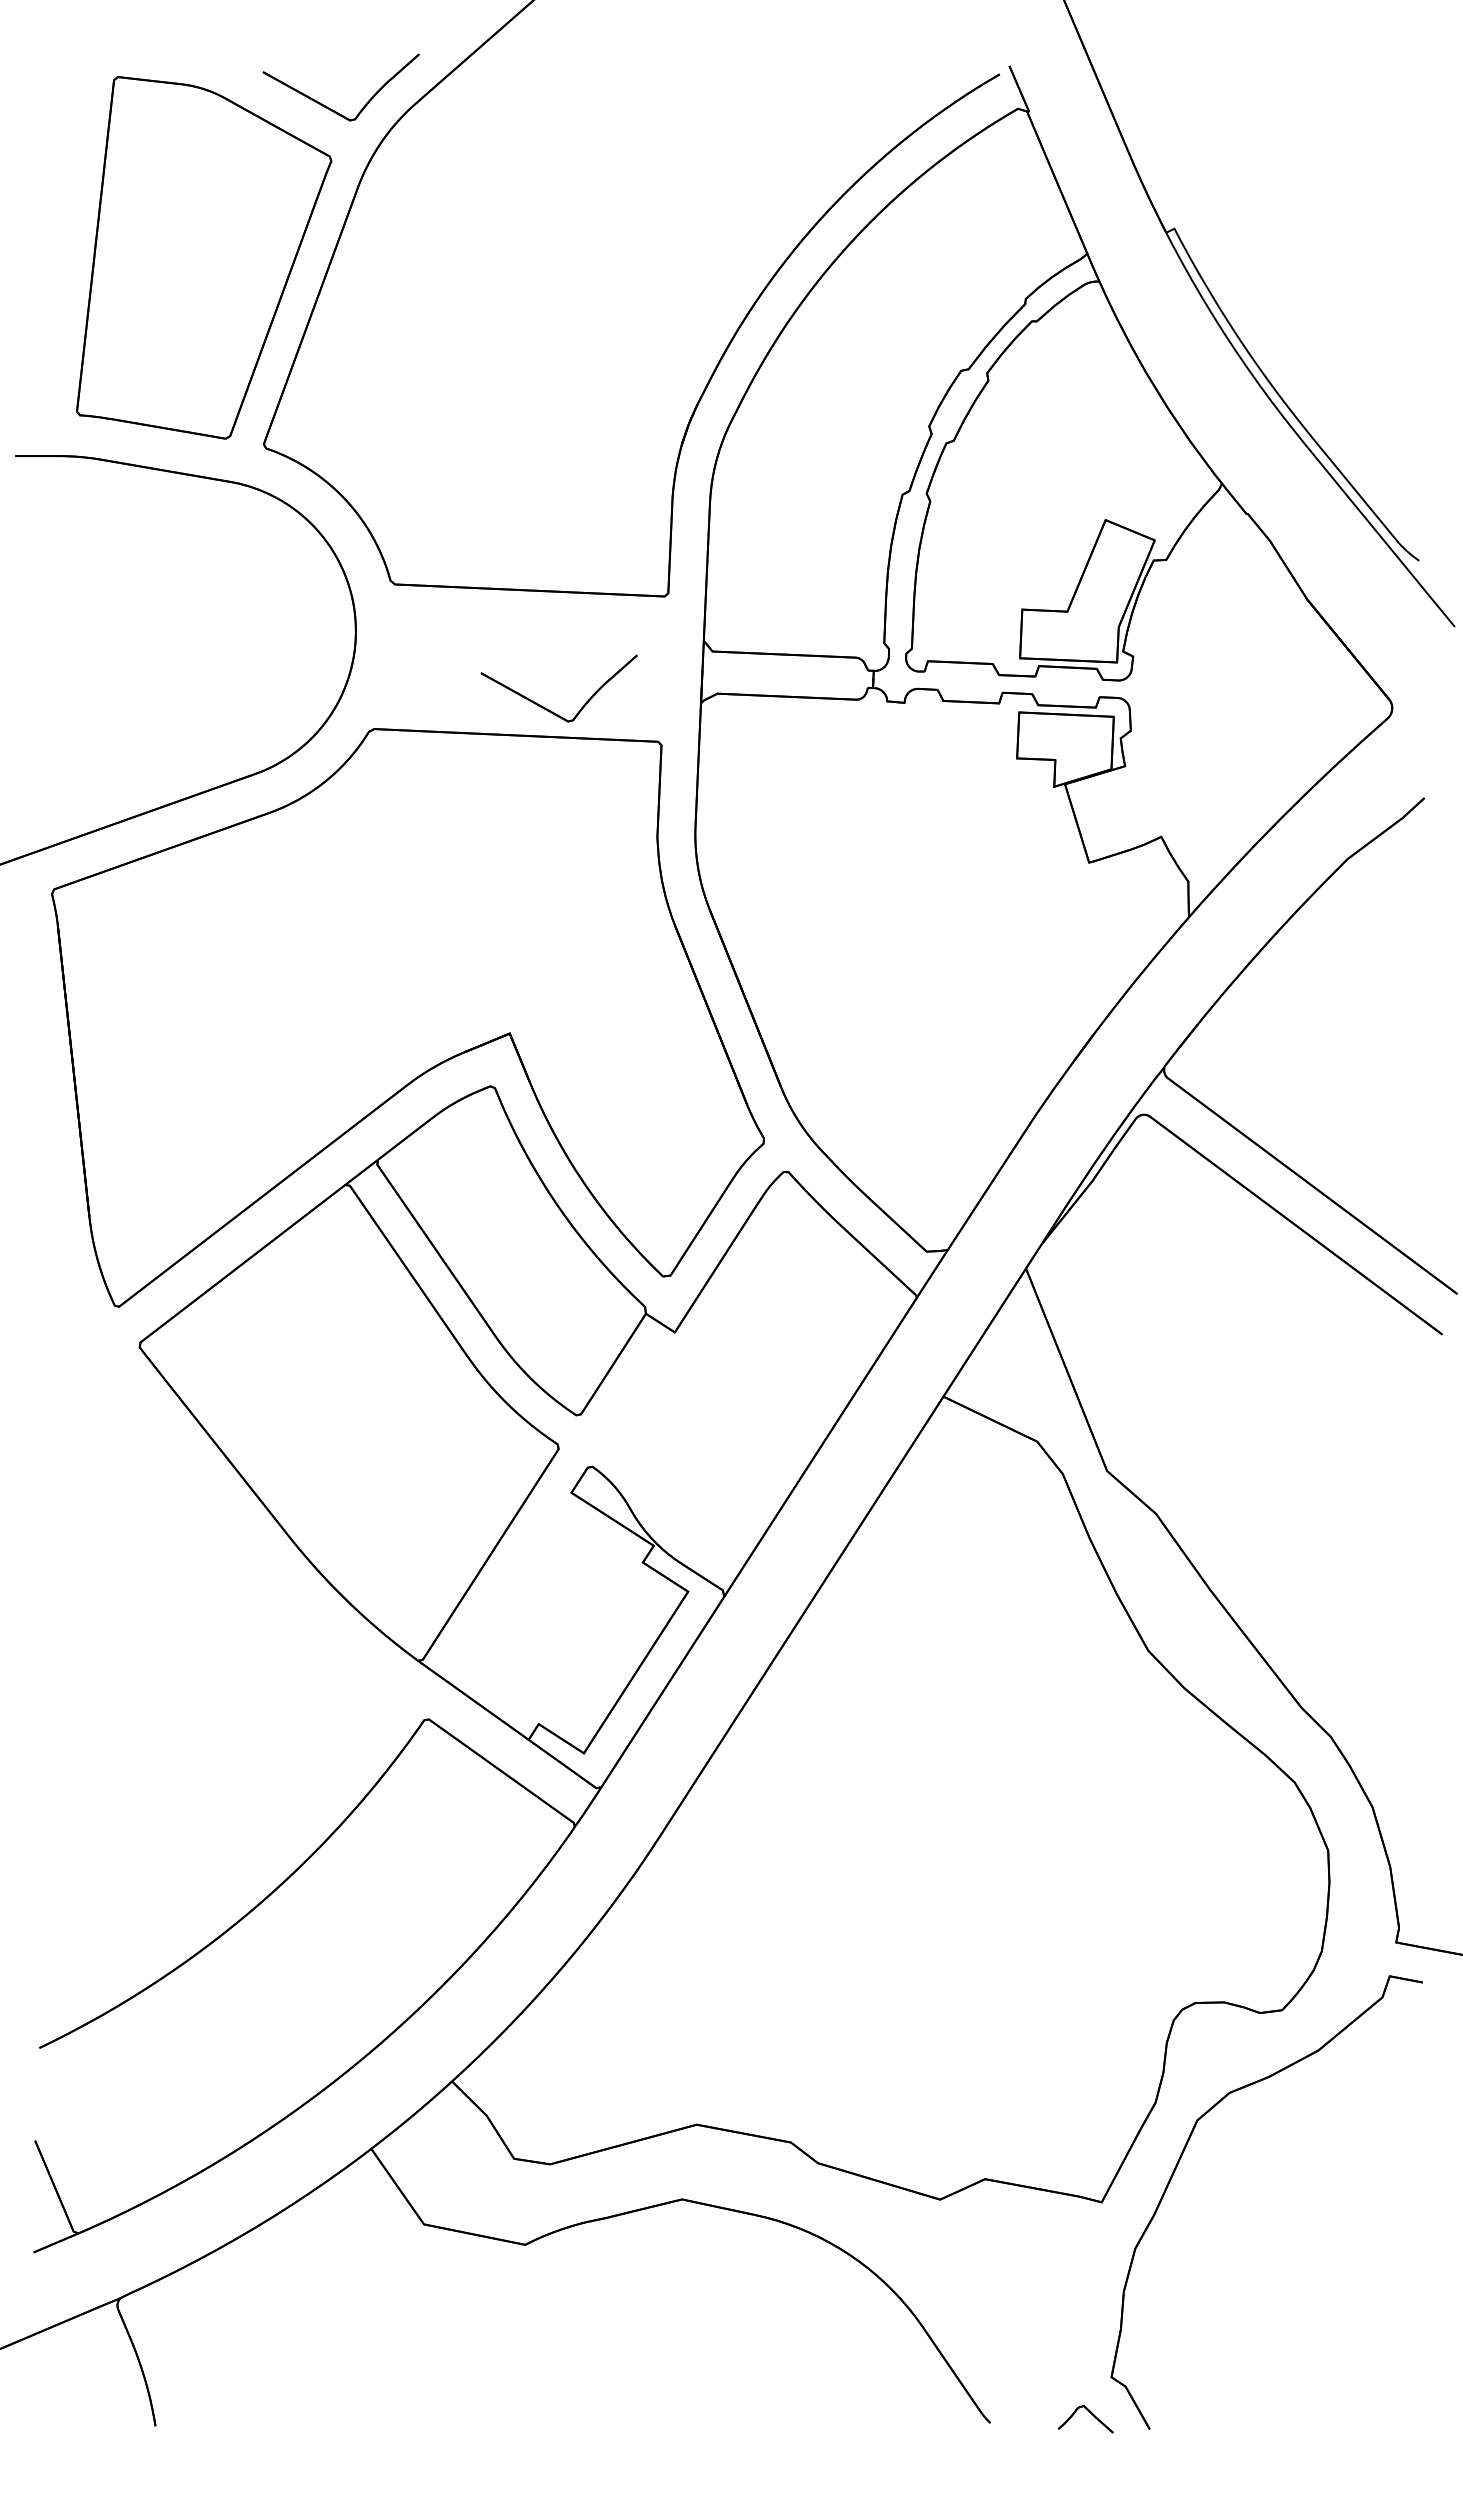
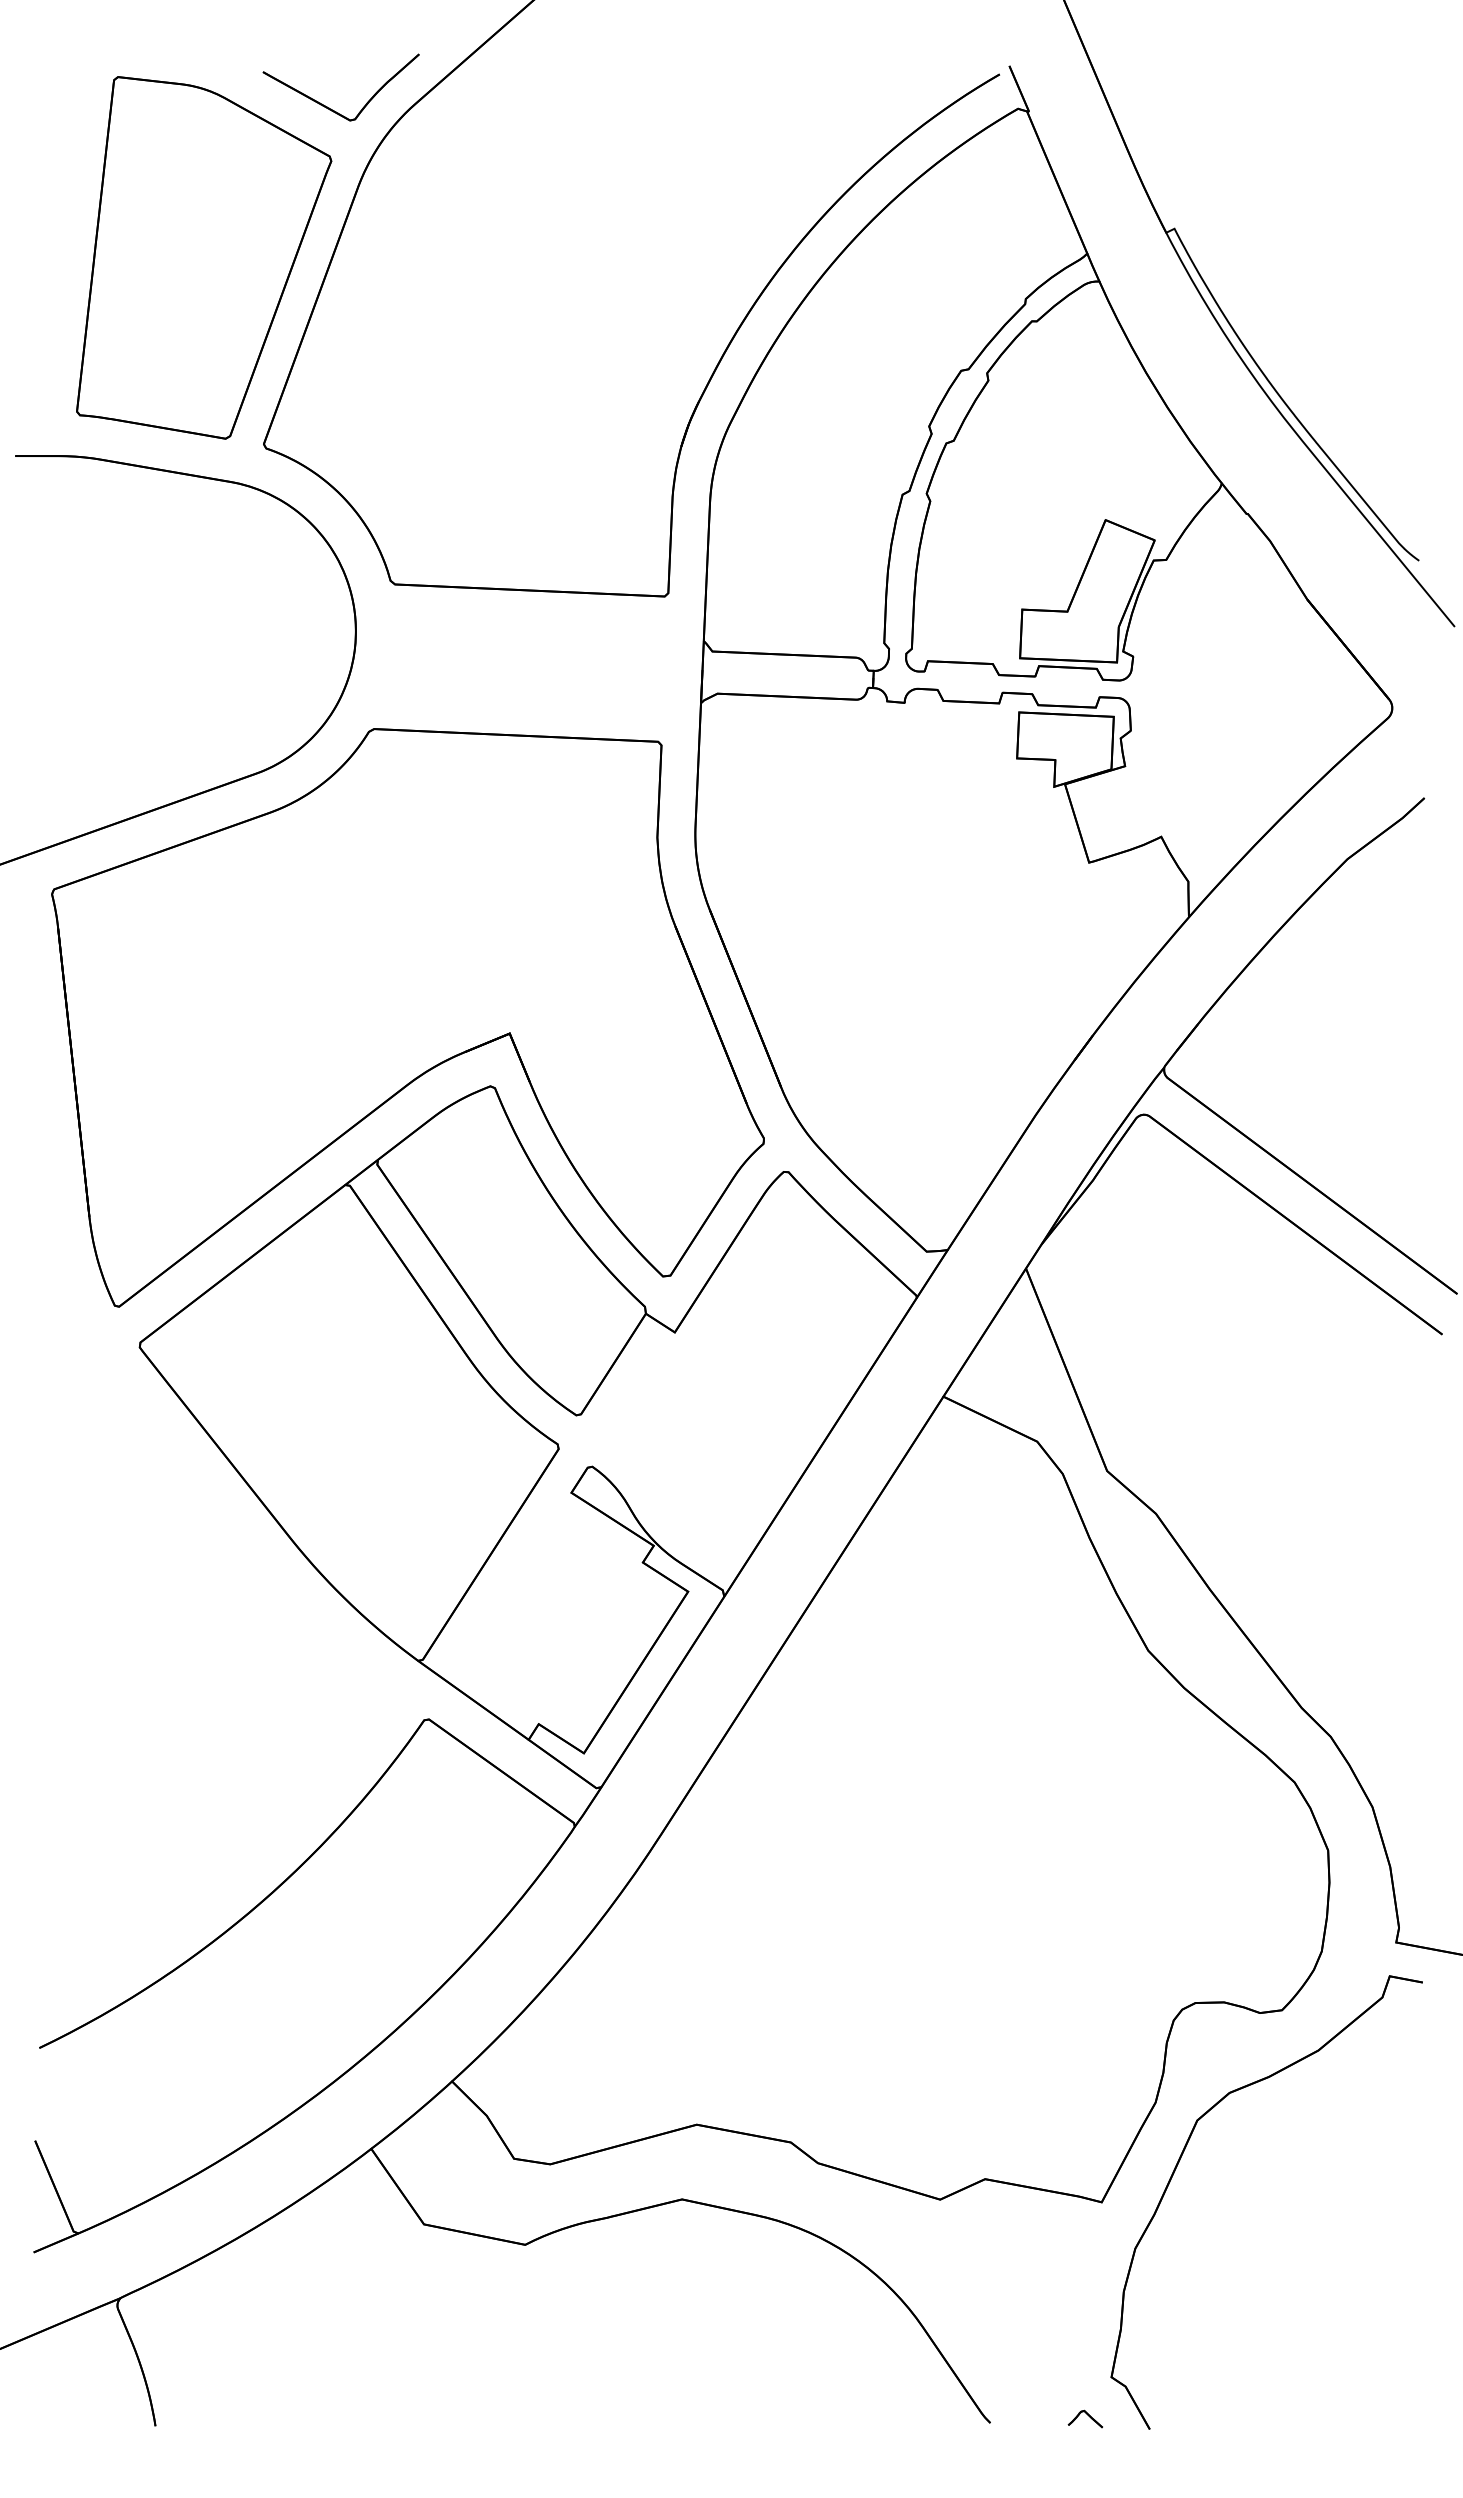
part at (547, 708): present -> none
part at (1085, 2419) size: 57x29 px -> 36x20 px
